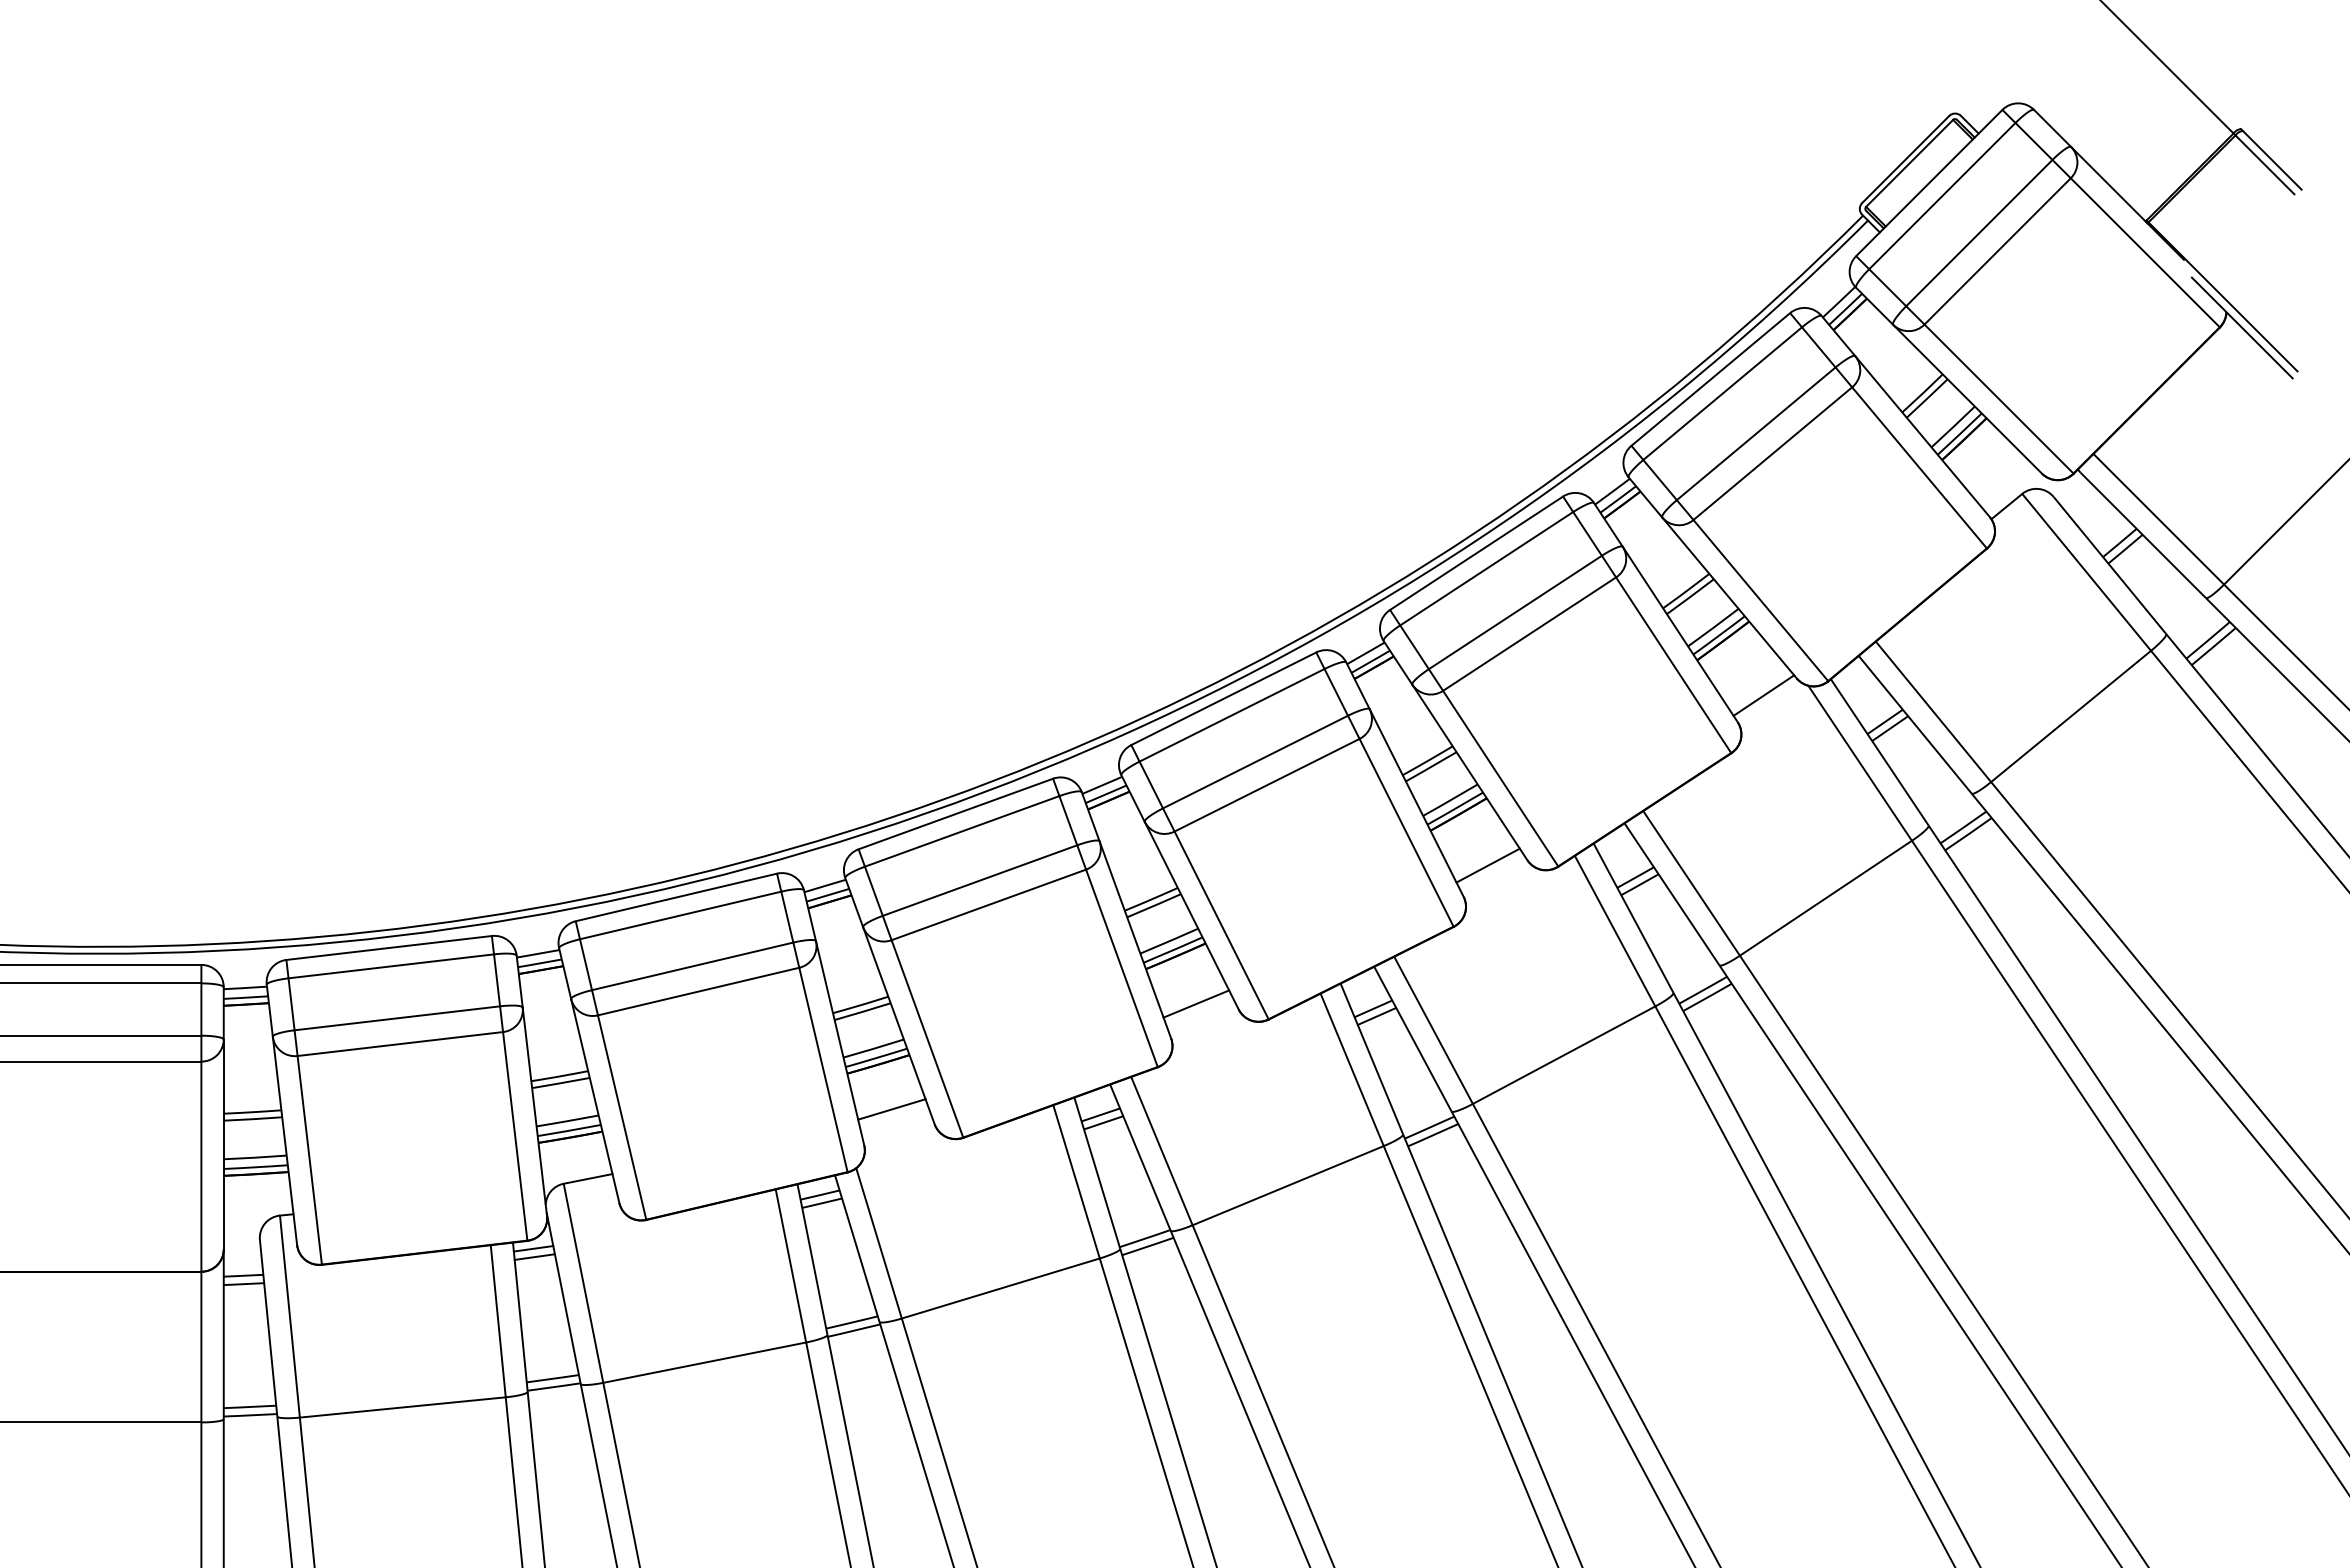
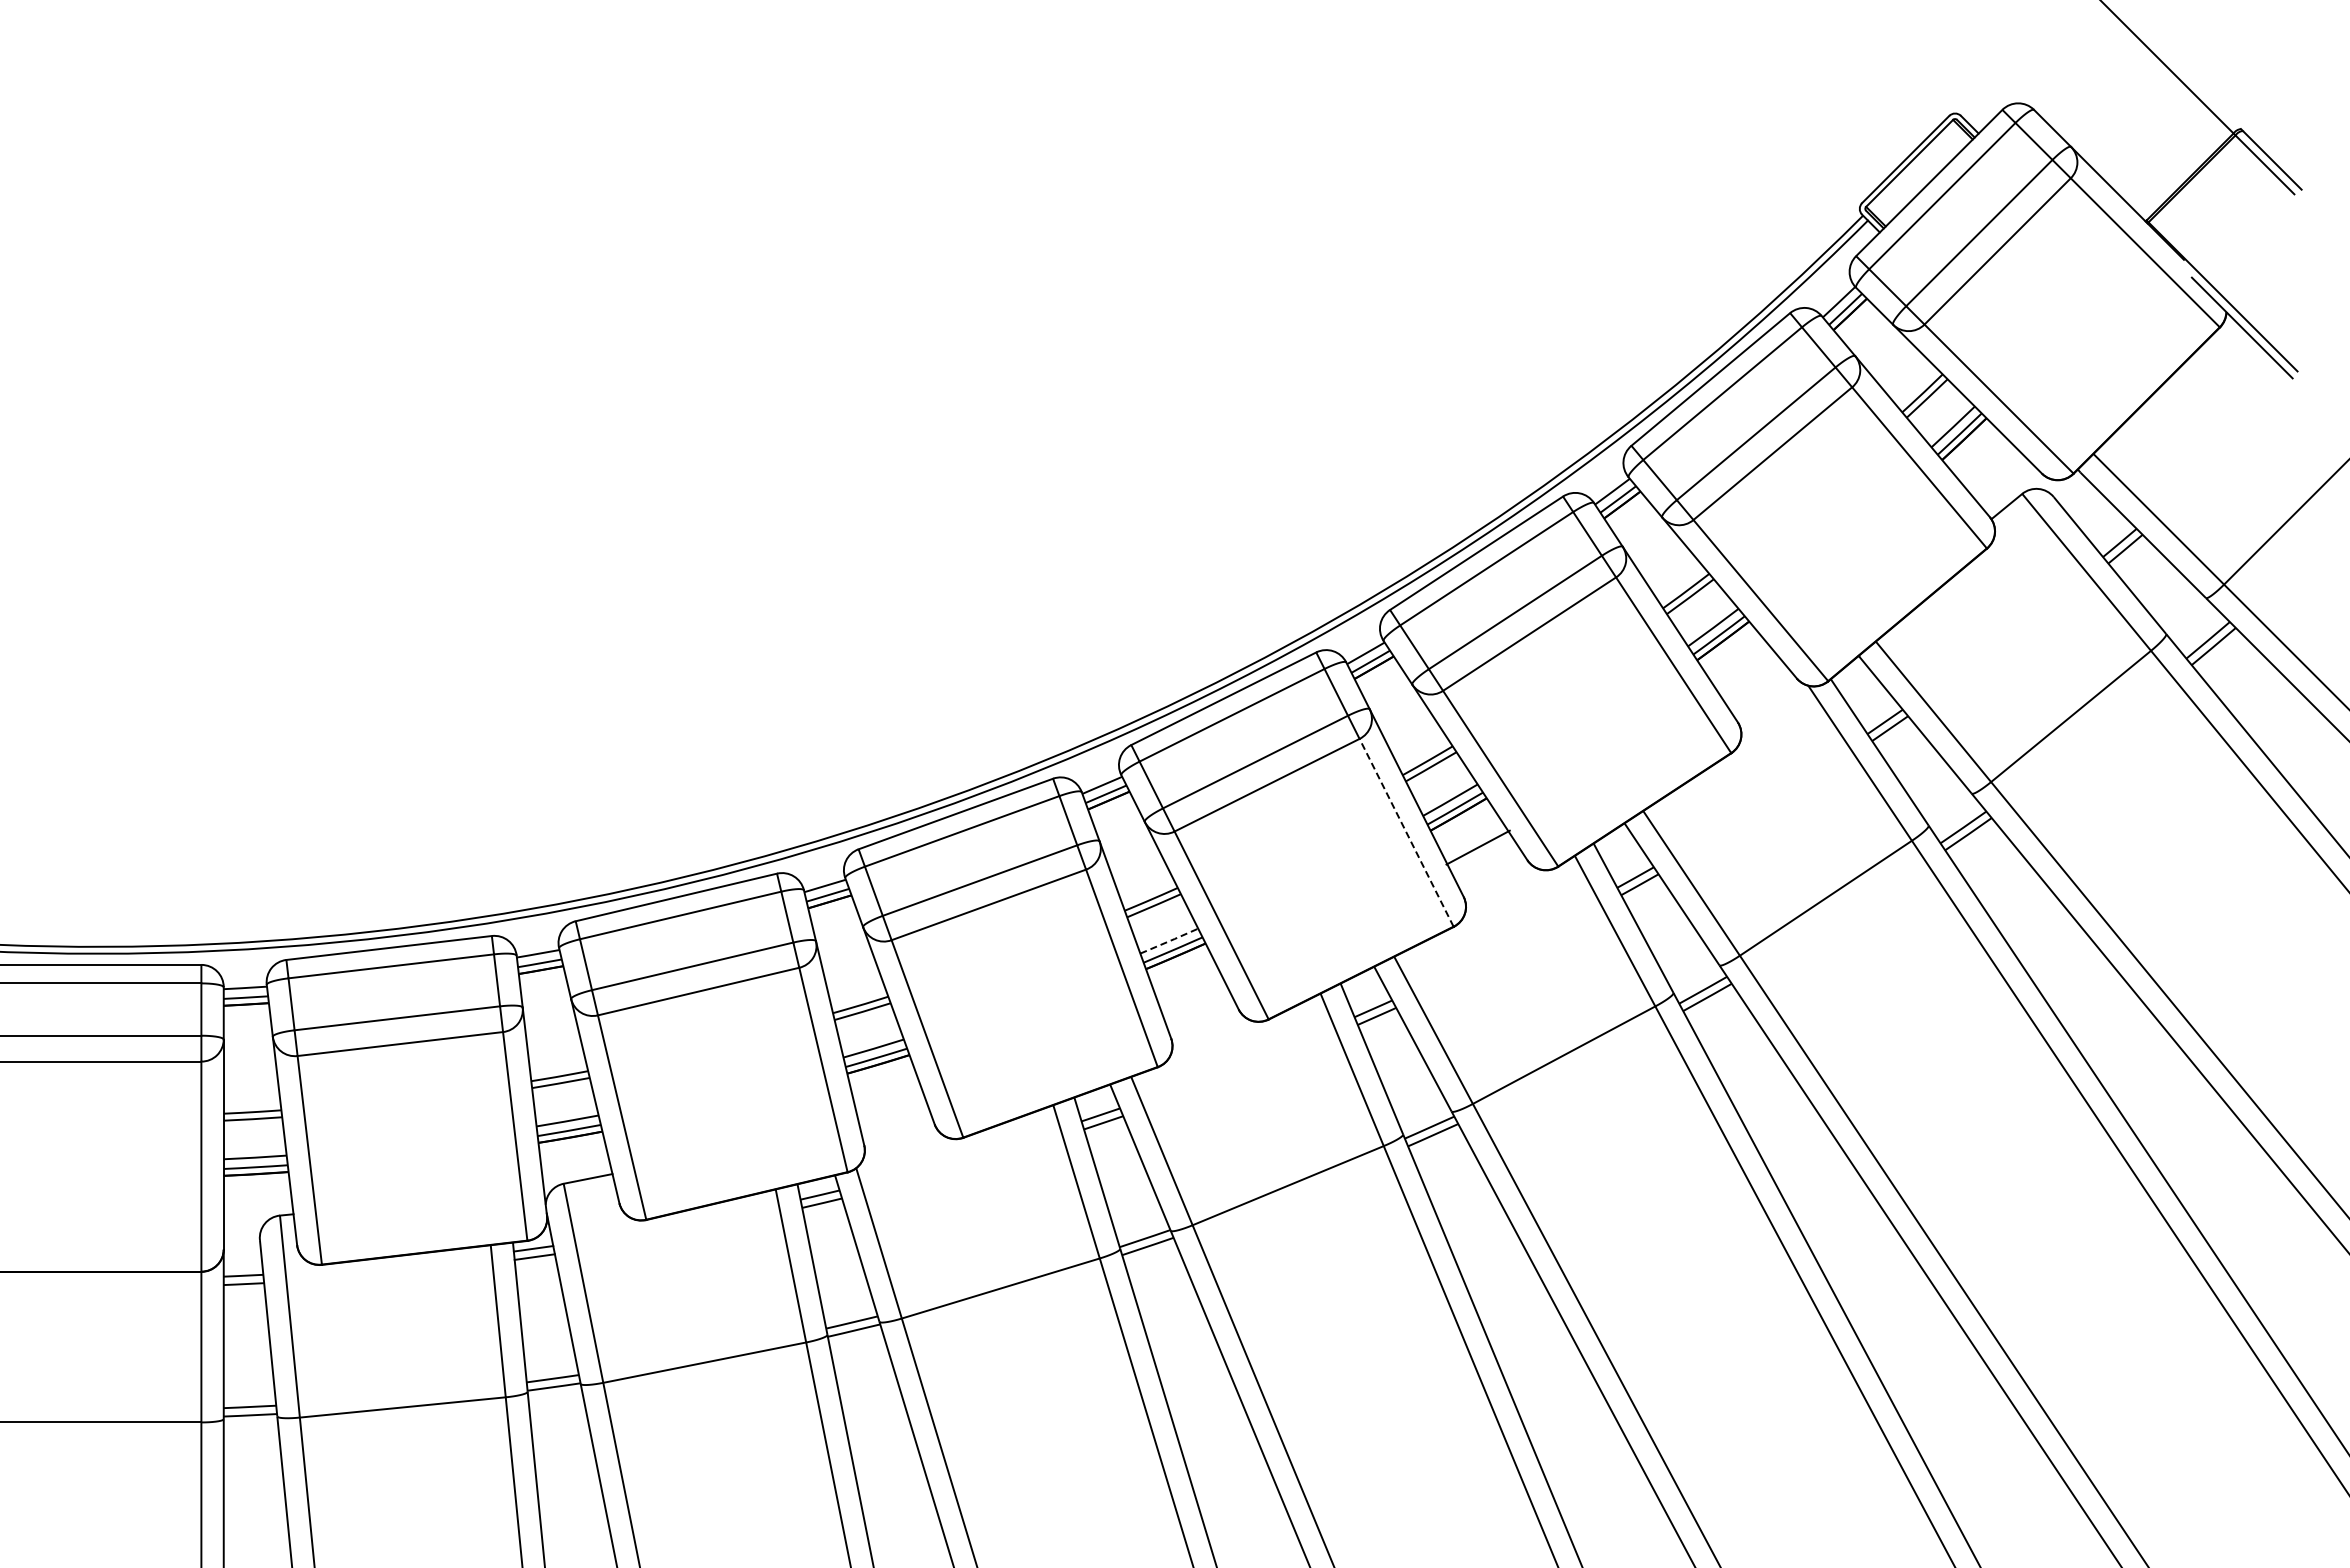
line at (1763, 695): present -> none
line at (1406, 832): solid -> dashed
line at (1487, 865) position: (1487, 865) -> (1477, 847)
line at (1170, 940): solid -> dashed
line at (1196, 1003): present -> none
line at (891, 1109): present -> none
